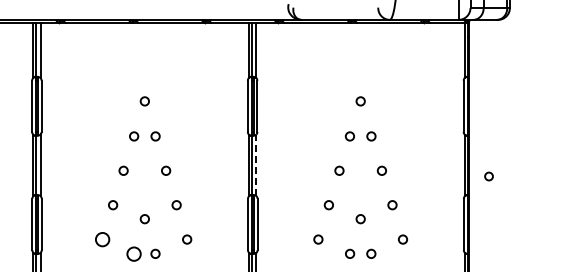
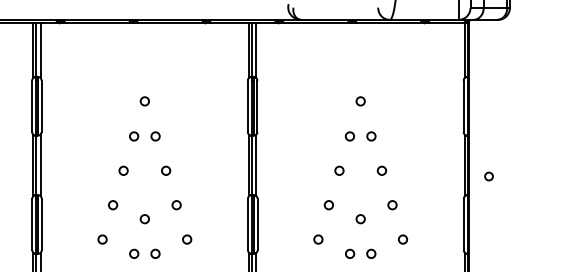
line at (256, 165): dashed -> solid
circle at (102, 239) size: 16x16 px -> 11x11 px
circle at (133, 253) size: 16x16 px -> 11x11 px
